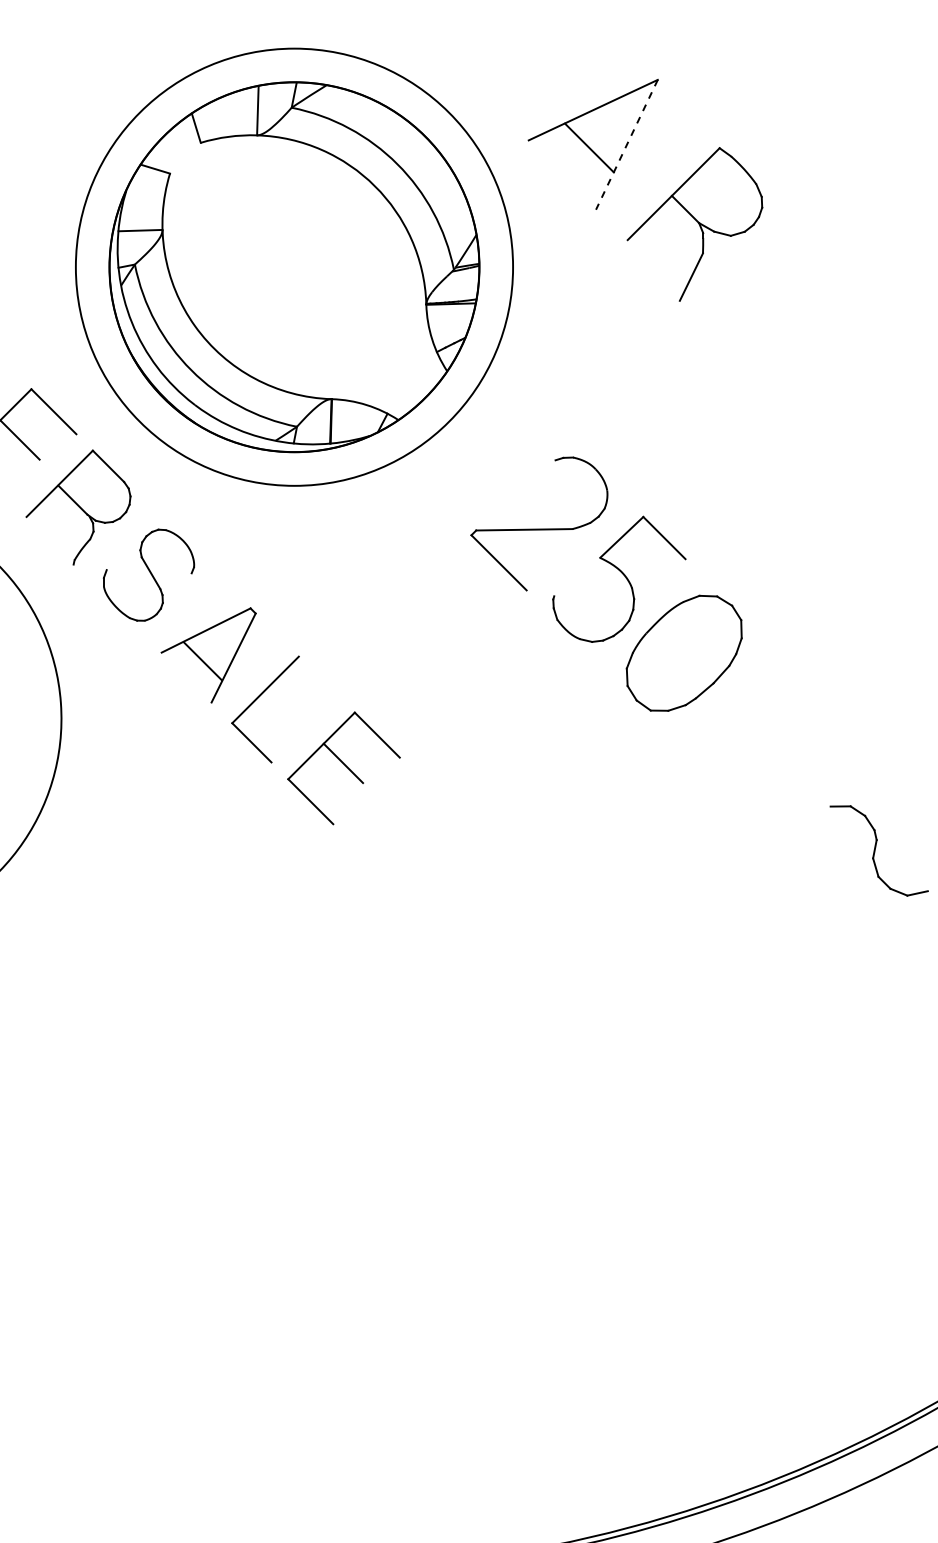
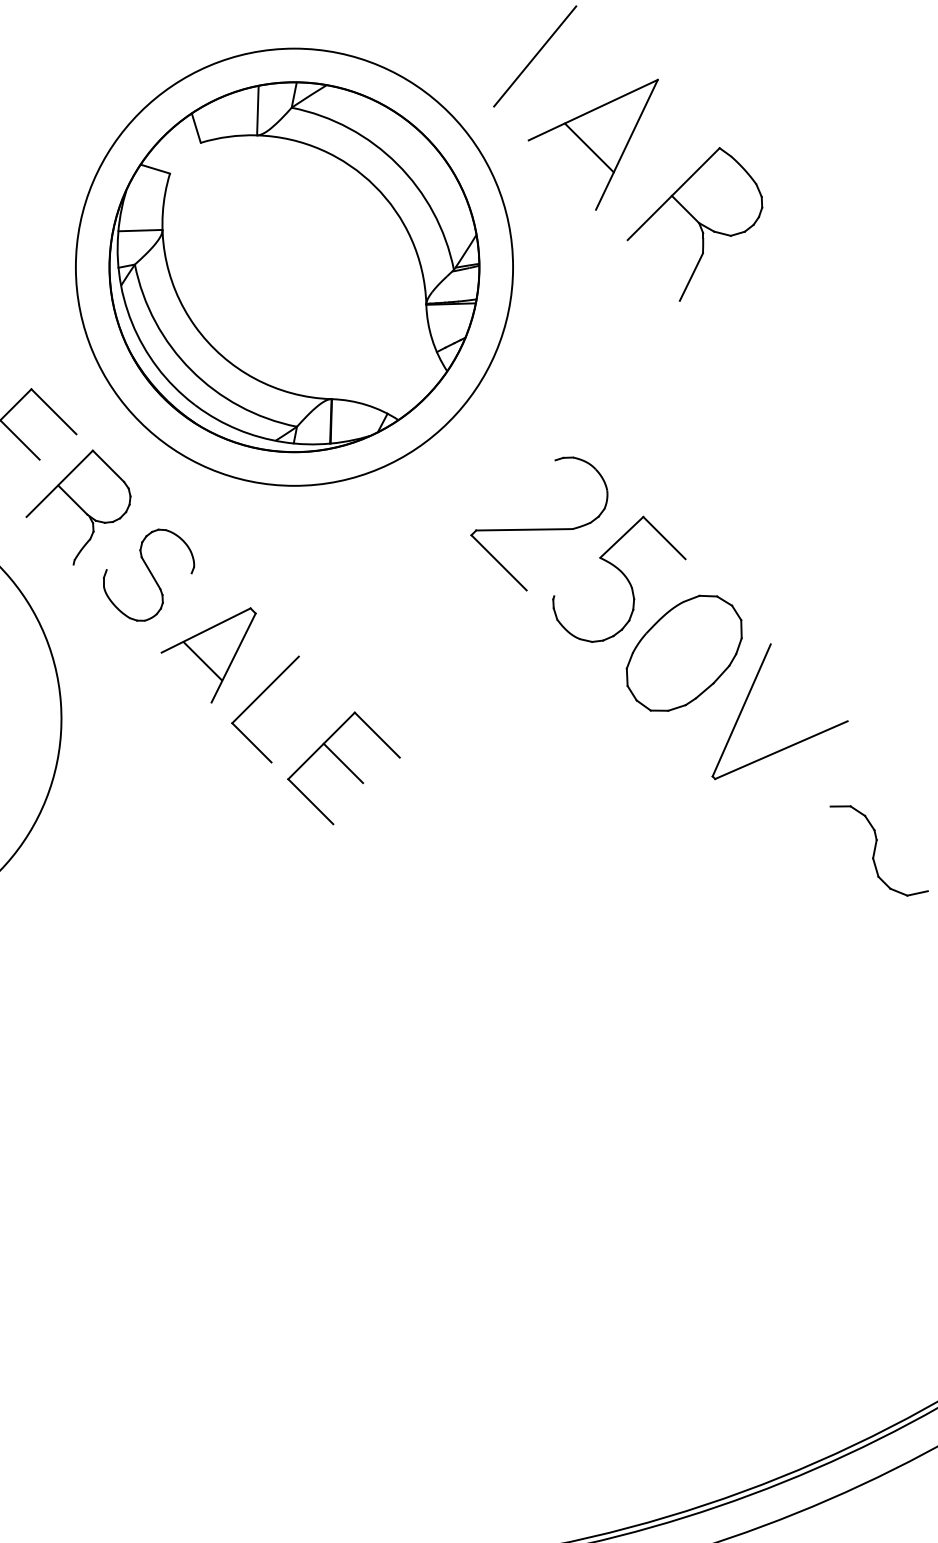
line at (535, 56): none -> present
line at (626, 144): dashed -> solid
part at (747, 700): none -> present
